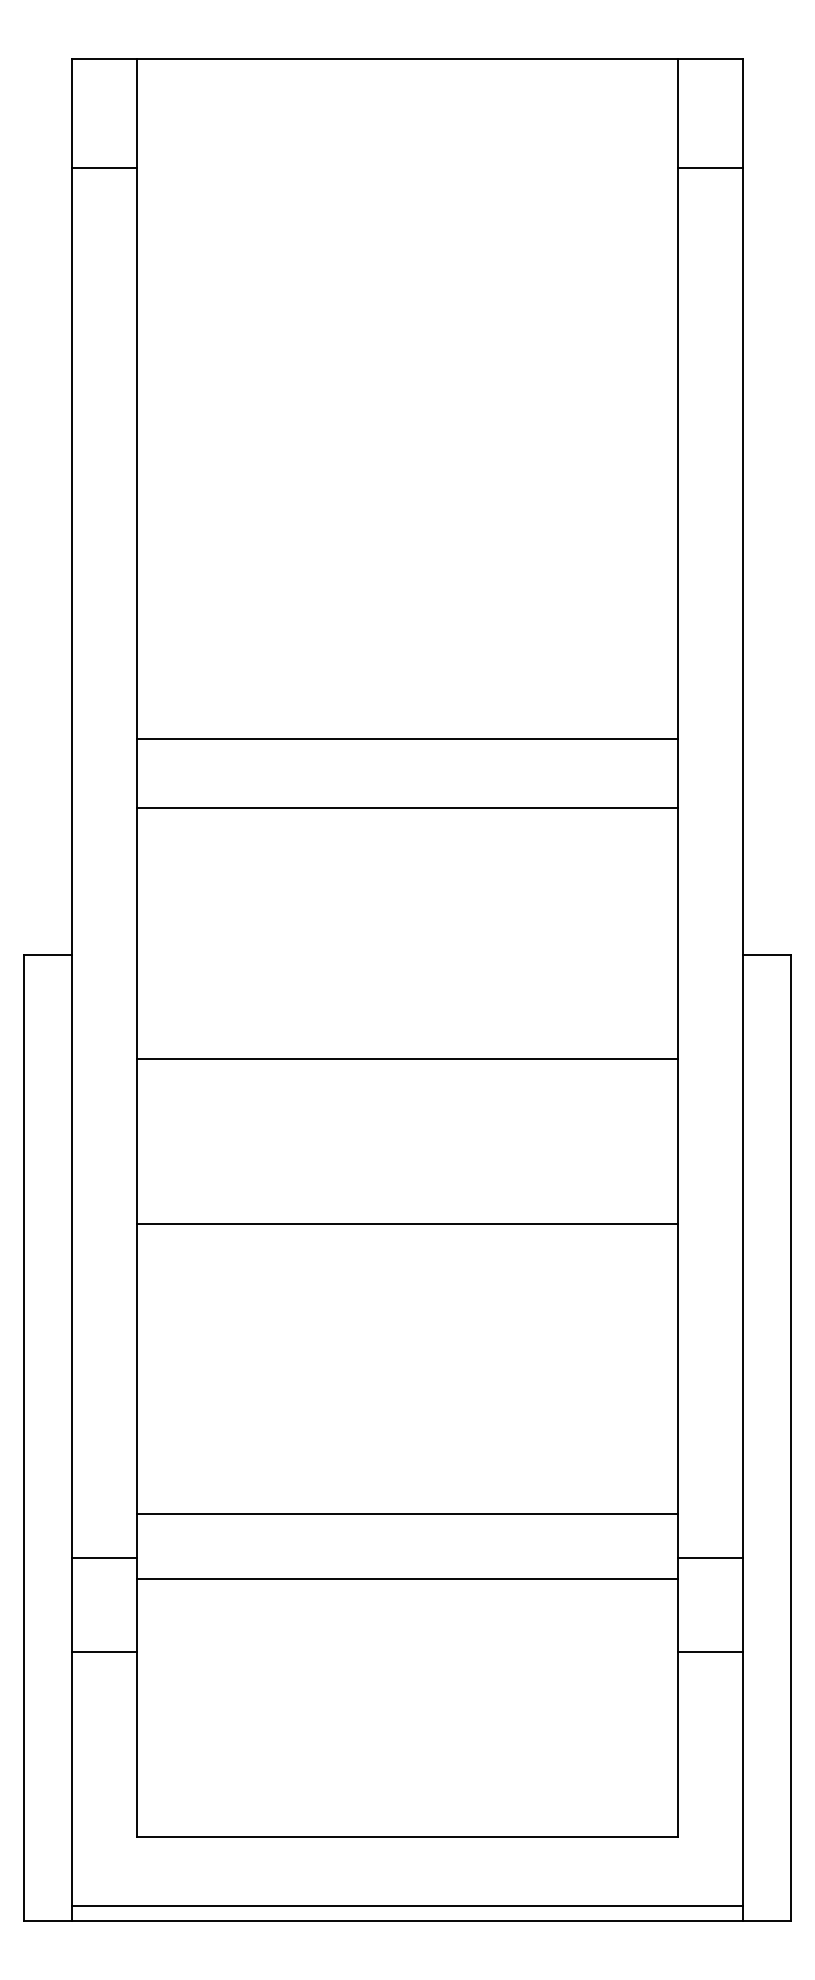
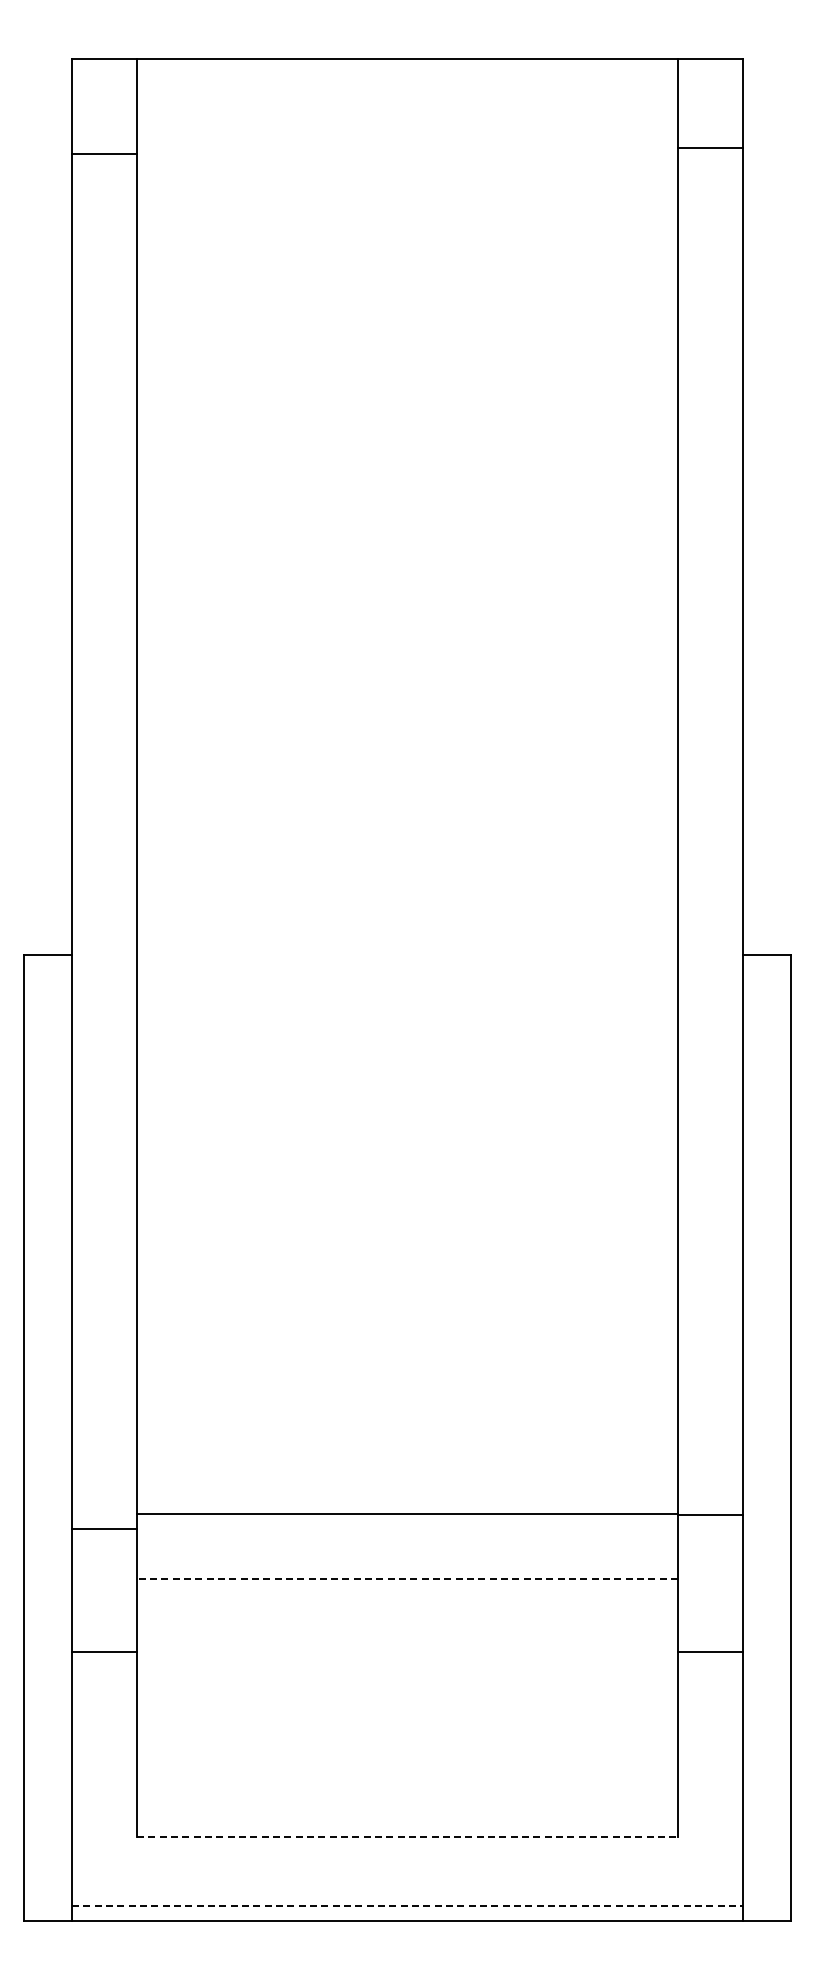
line at (104, 167) position: (104, 167) -> (104, 153)
line at (710, 167) position: (710, 167) -> (710, 147)
line at (407, 738): present -> none
line at (407, 808): present -> none
line at (407, 1059): present -> none
line at (407, 1223): present -> none
line at (104, 1558) position: (104, 1558) -> (104, 1529)
line at (710, 1558) position: (710, 1558) -> (710, 1515)
line at (407, 1578): solid -> dashed
line at (407, 1836): solid -> dashed
line at (407, 1906): solid -> dashed
